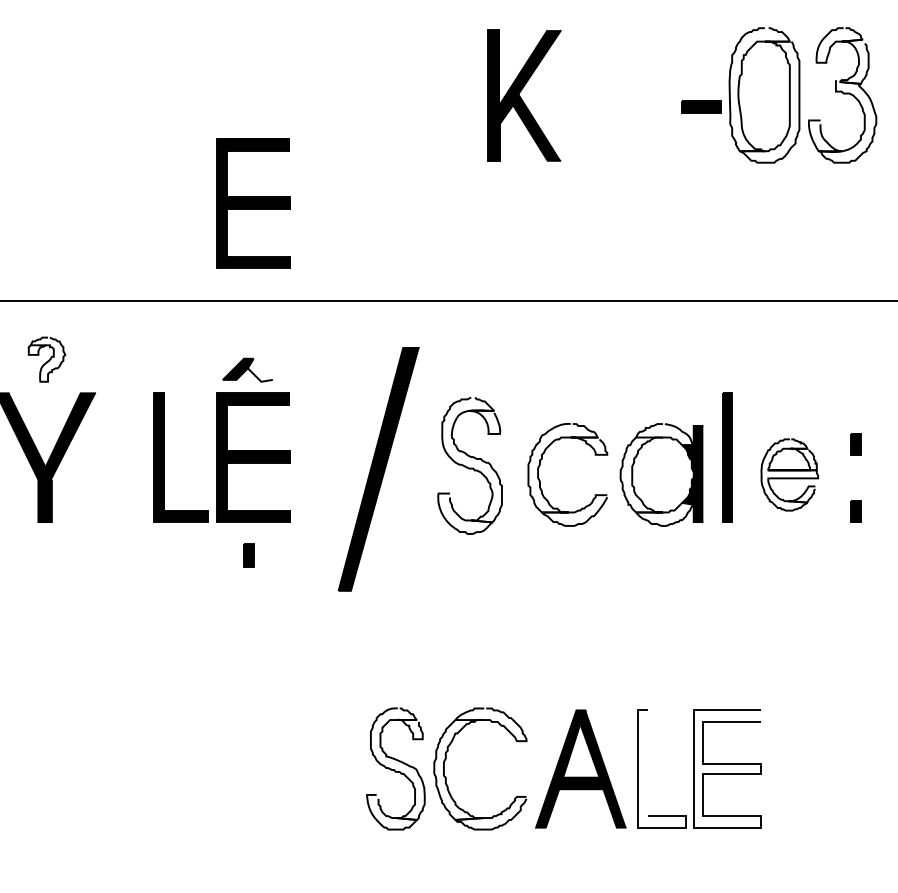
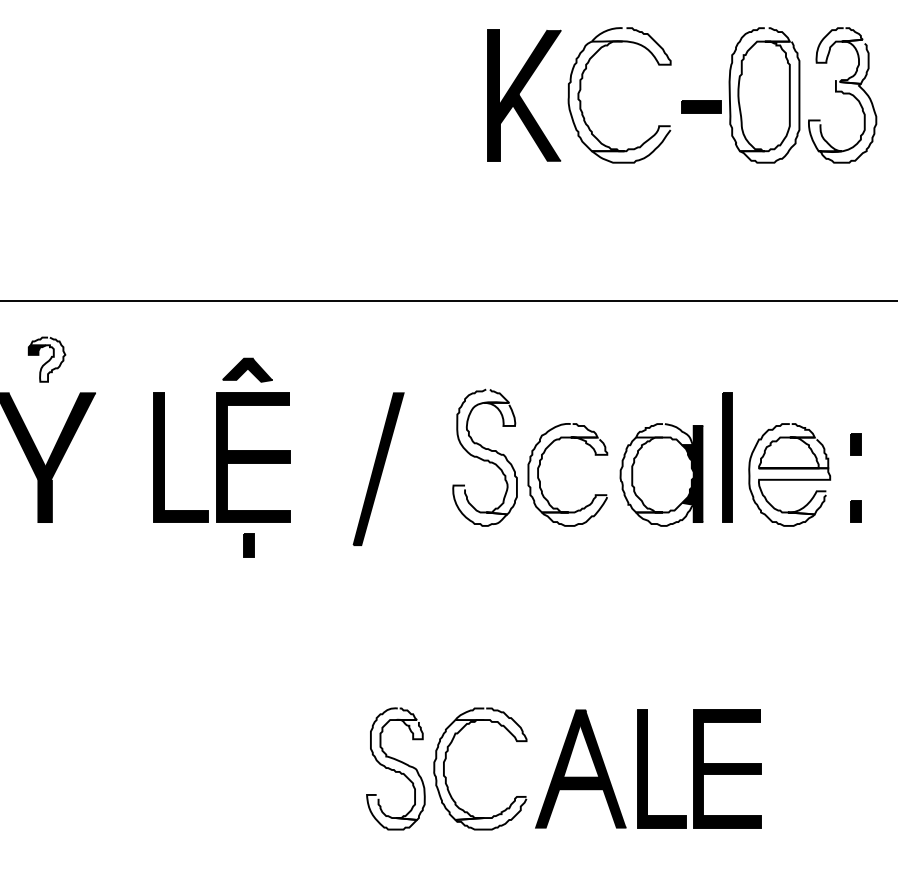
part at (581, 89): none -> present
part at (253, 203): present -> none
fill at (37, 349): none -> present
fill at (259, 369): none -> present
part at (469, 465) position: (469, 465) -> (484, 457)
part at (378, 469) size: 83x245 px -> 53x154 px
part at (789, 474) size: 59x74 px -> 84x104 px
part at (248, 555) position: (248, 555) -> (248, 545)
fill at (662, 768): none -> present
fill at (727, 768): none -> present
